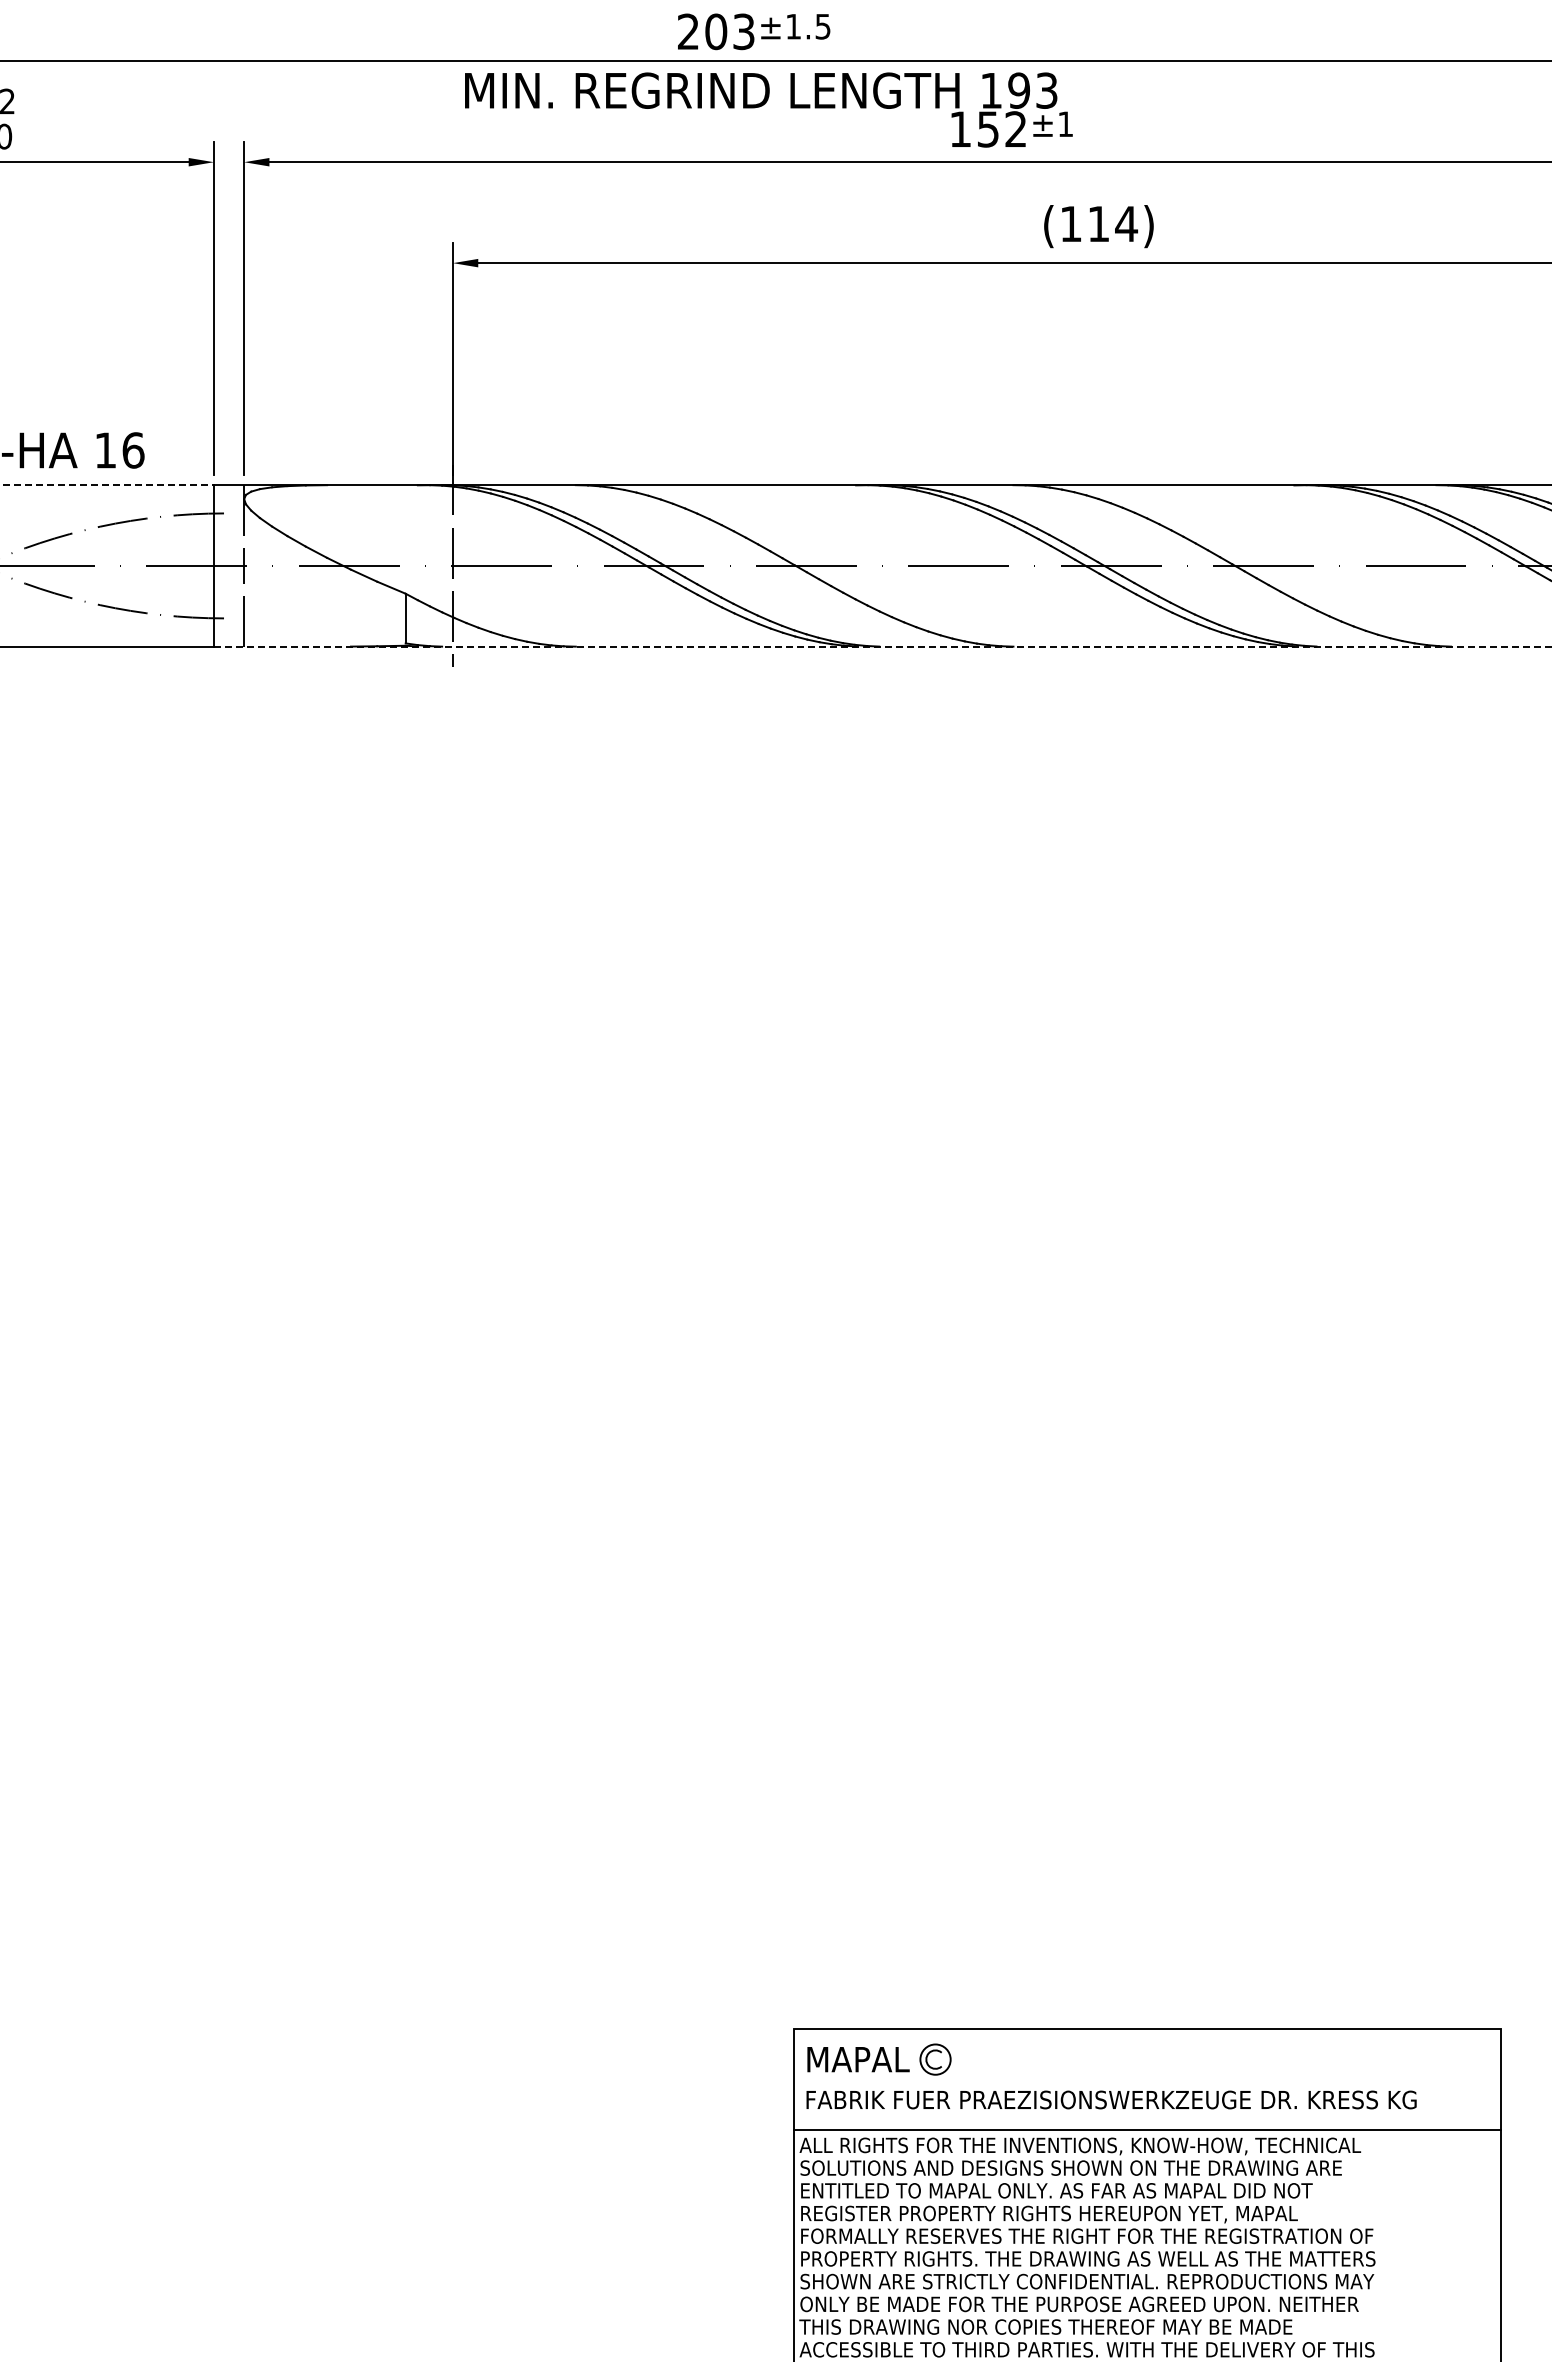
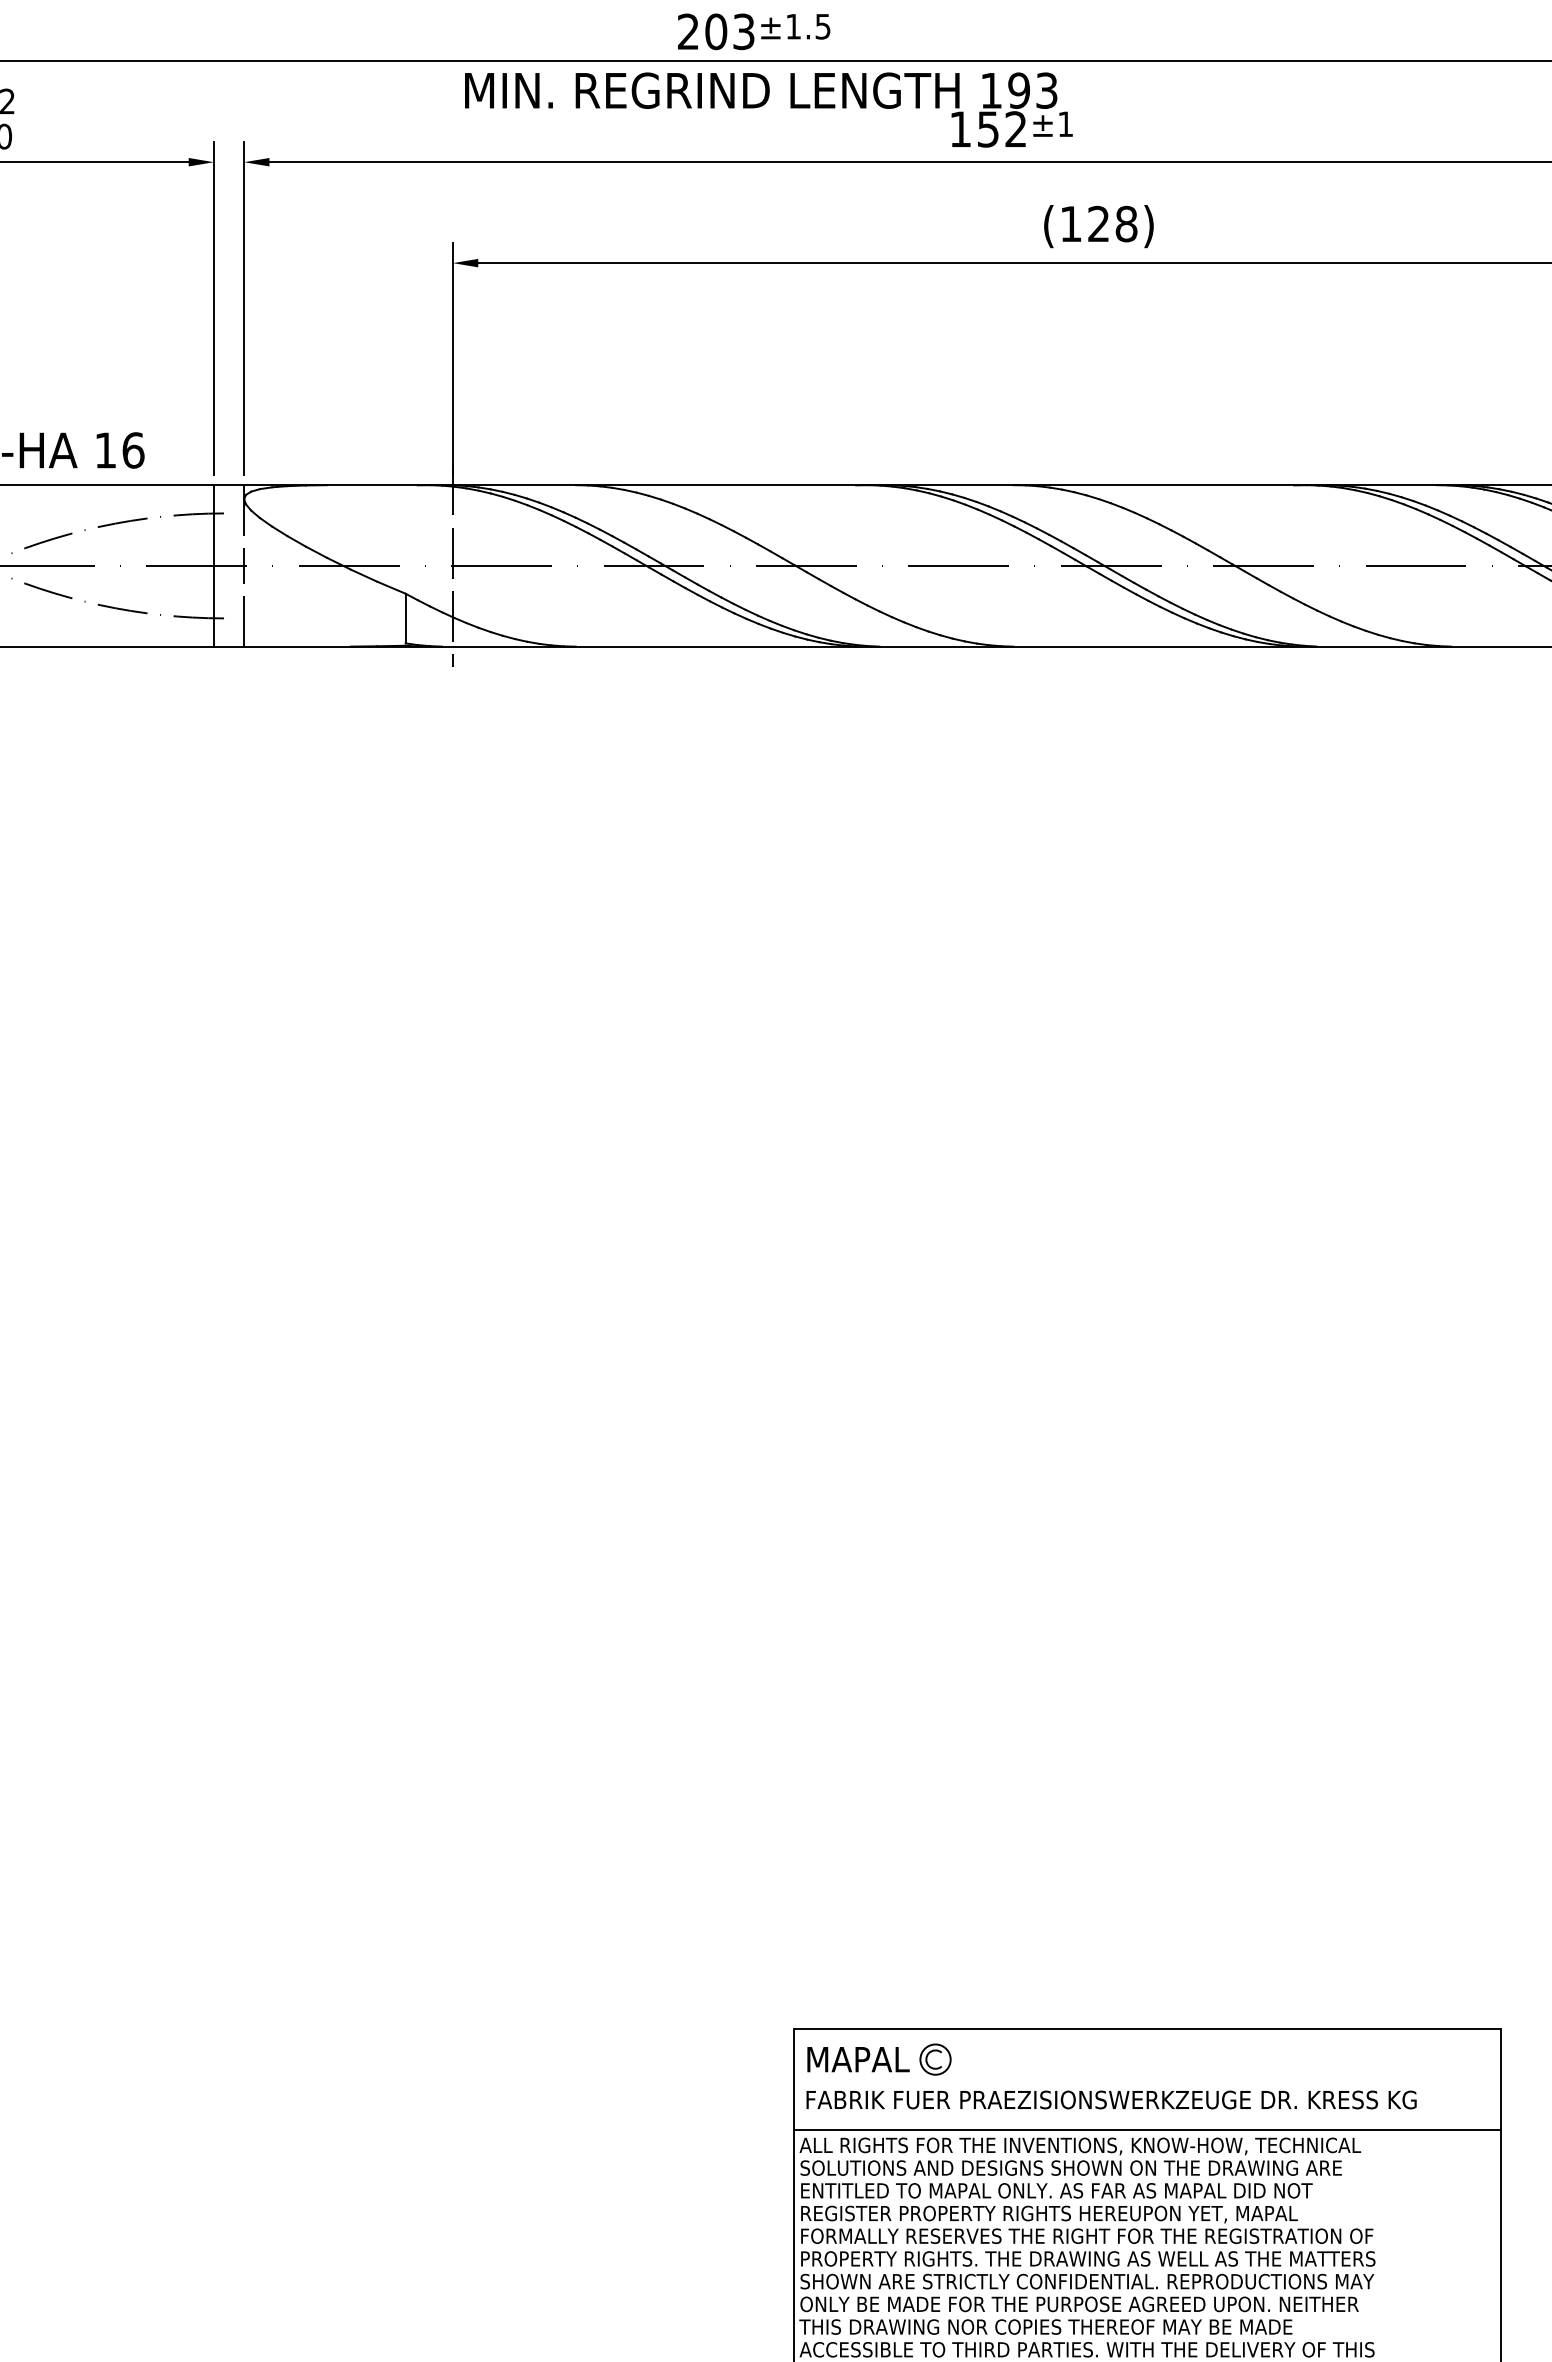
text at (1113, 223): (114) -> (128)
line at (107, 485): dashed -> solid
line at (882, 646): dashed -> solid
